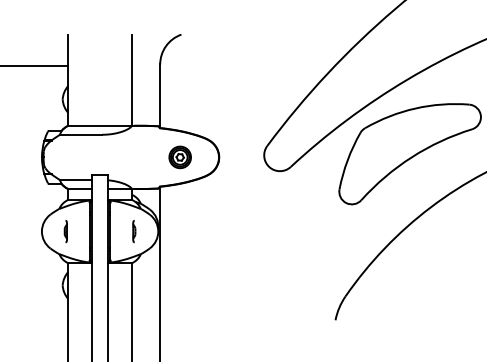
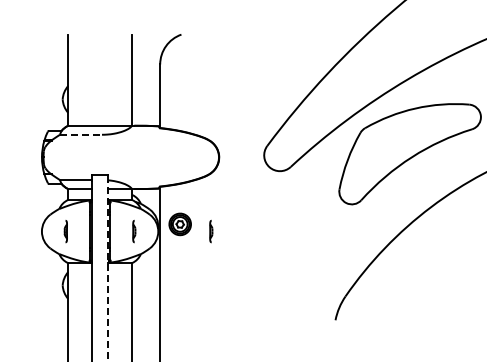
line at (35, 66): present -> none
line at (81, 134): solid -> dashed
part at (179, 157) position: (179, 157) -> (179, 224)
line at (211, 231): none -> present
line at (108, 271): solid -> dashed
